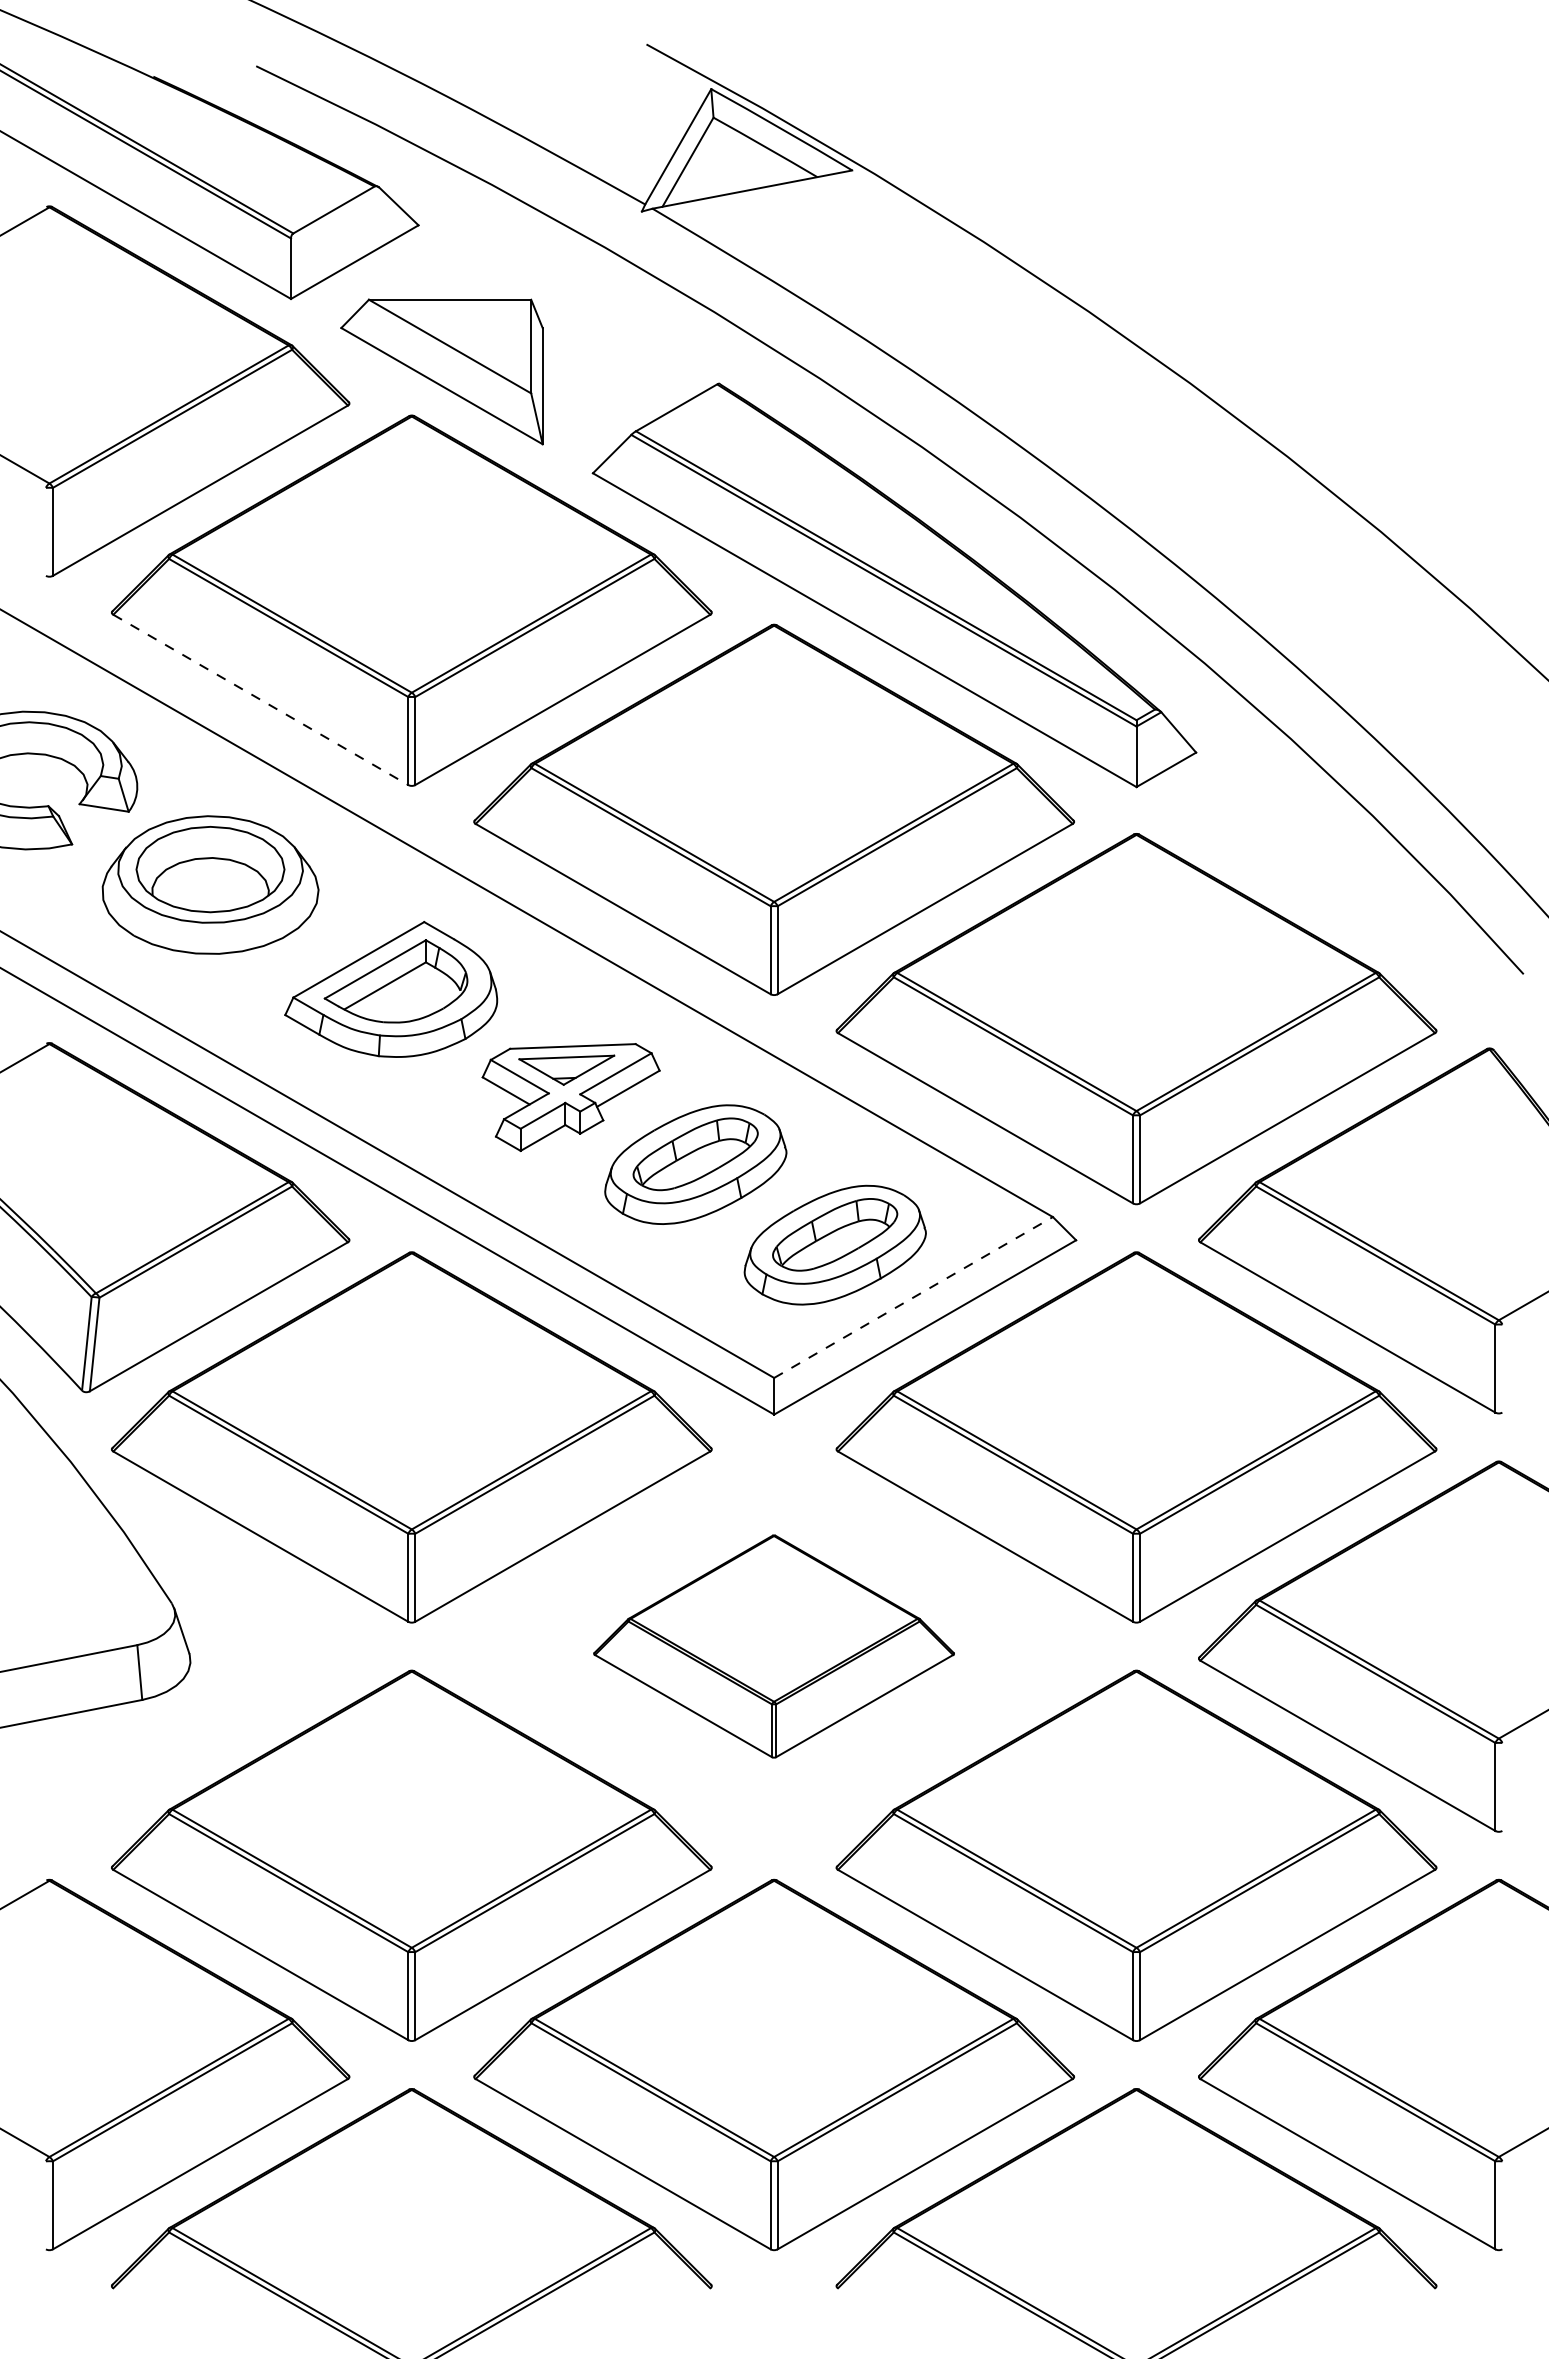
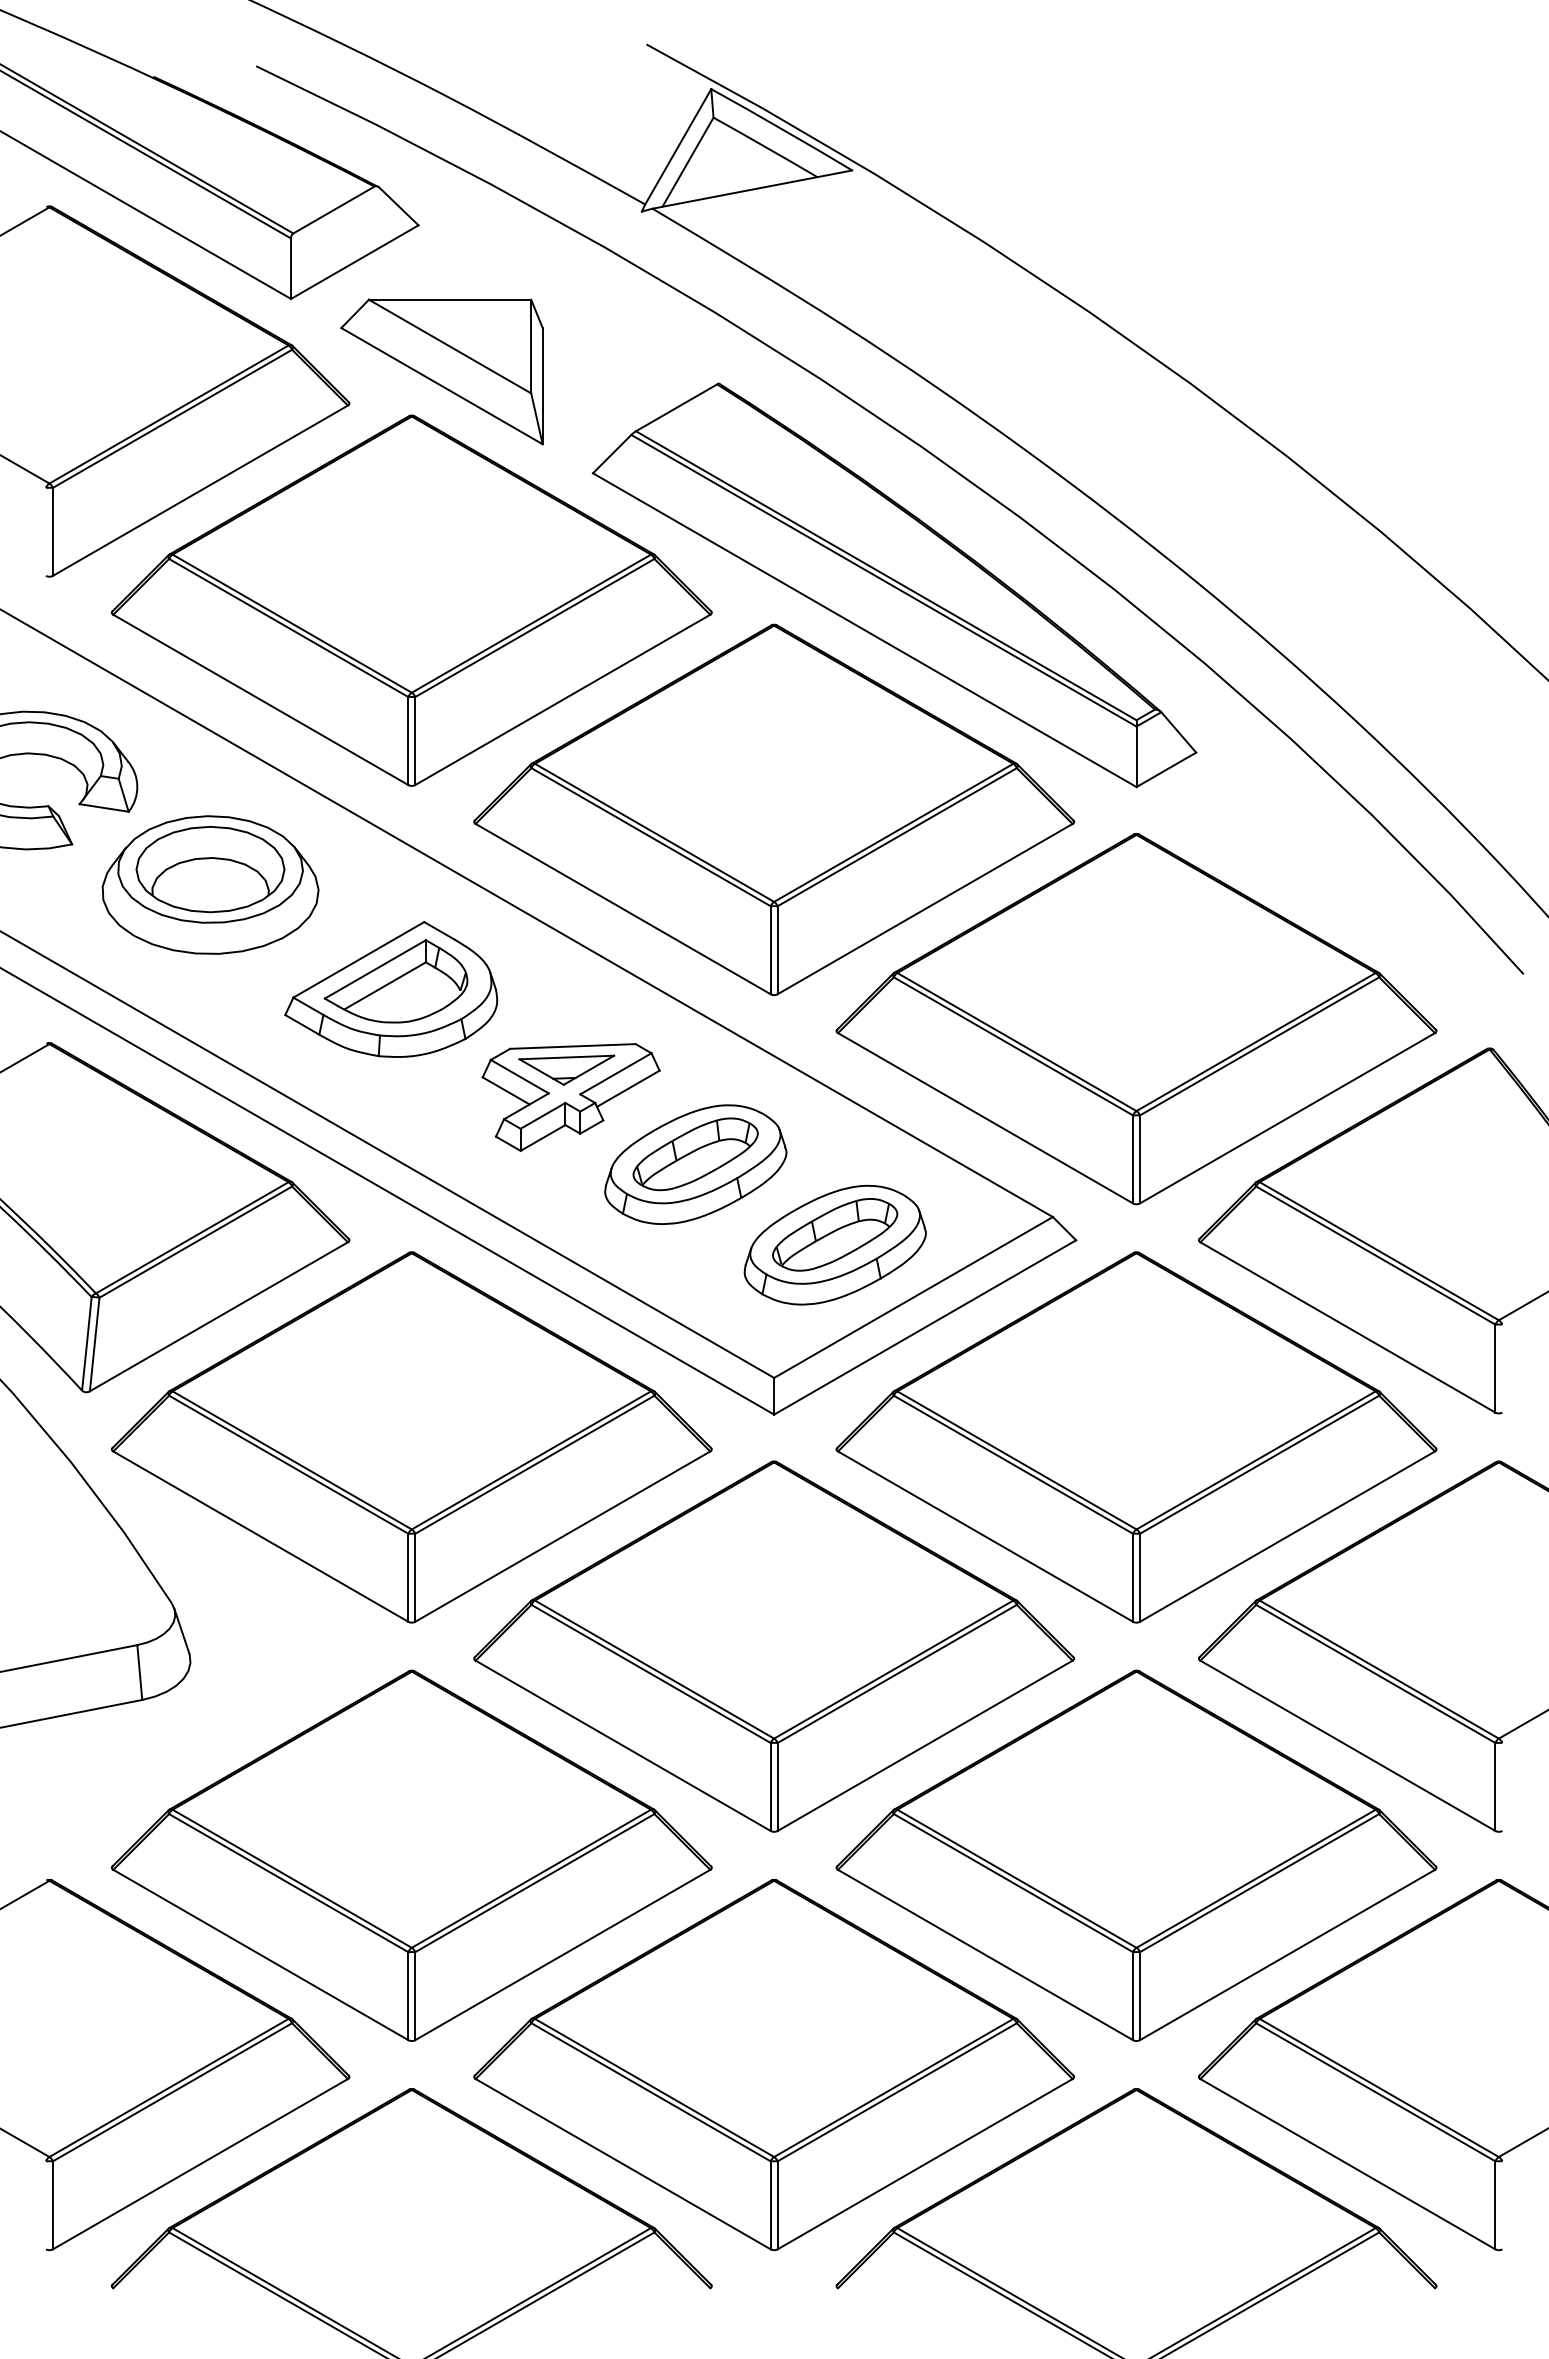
line at (261, 700): dashed -> solid
line at (913, 1297): dashed -> solid
part at (773, 1646) size: 362x225 px -> 602x373 px
